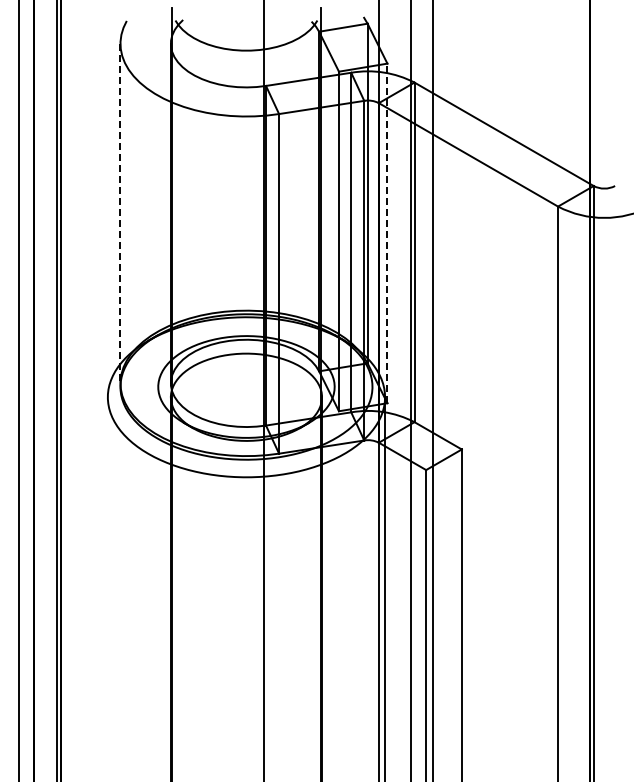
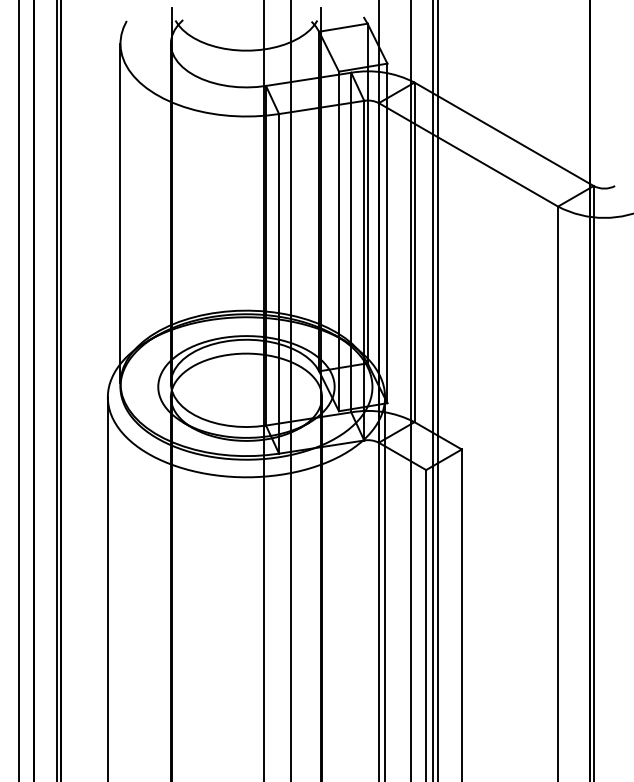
line at (120, 213): dashed -> solid
line at (387, 233): dashed -> solid
line at (291, 390): none -> present
line at (438, 390): none -> present
line at (107, 587): none -> present
